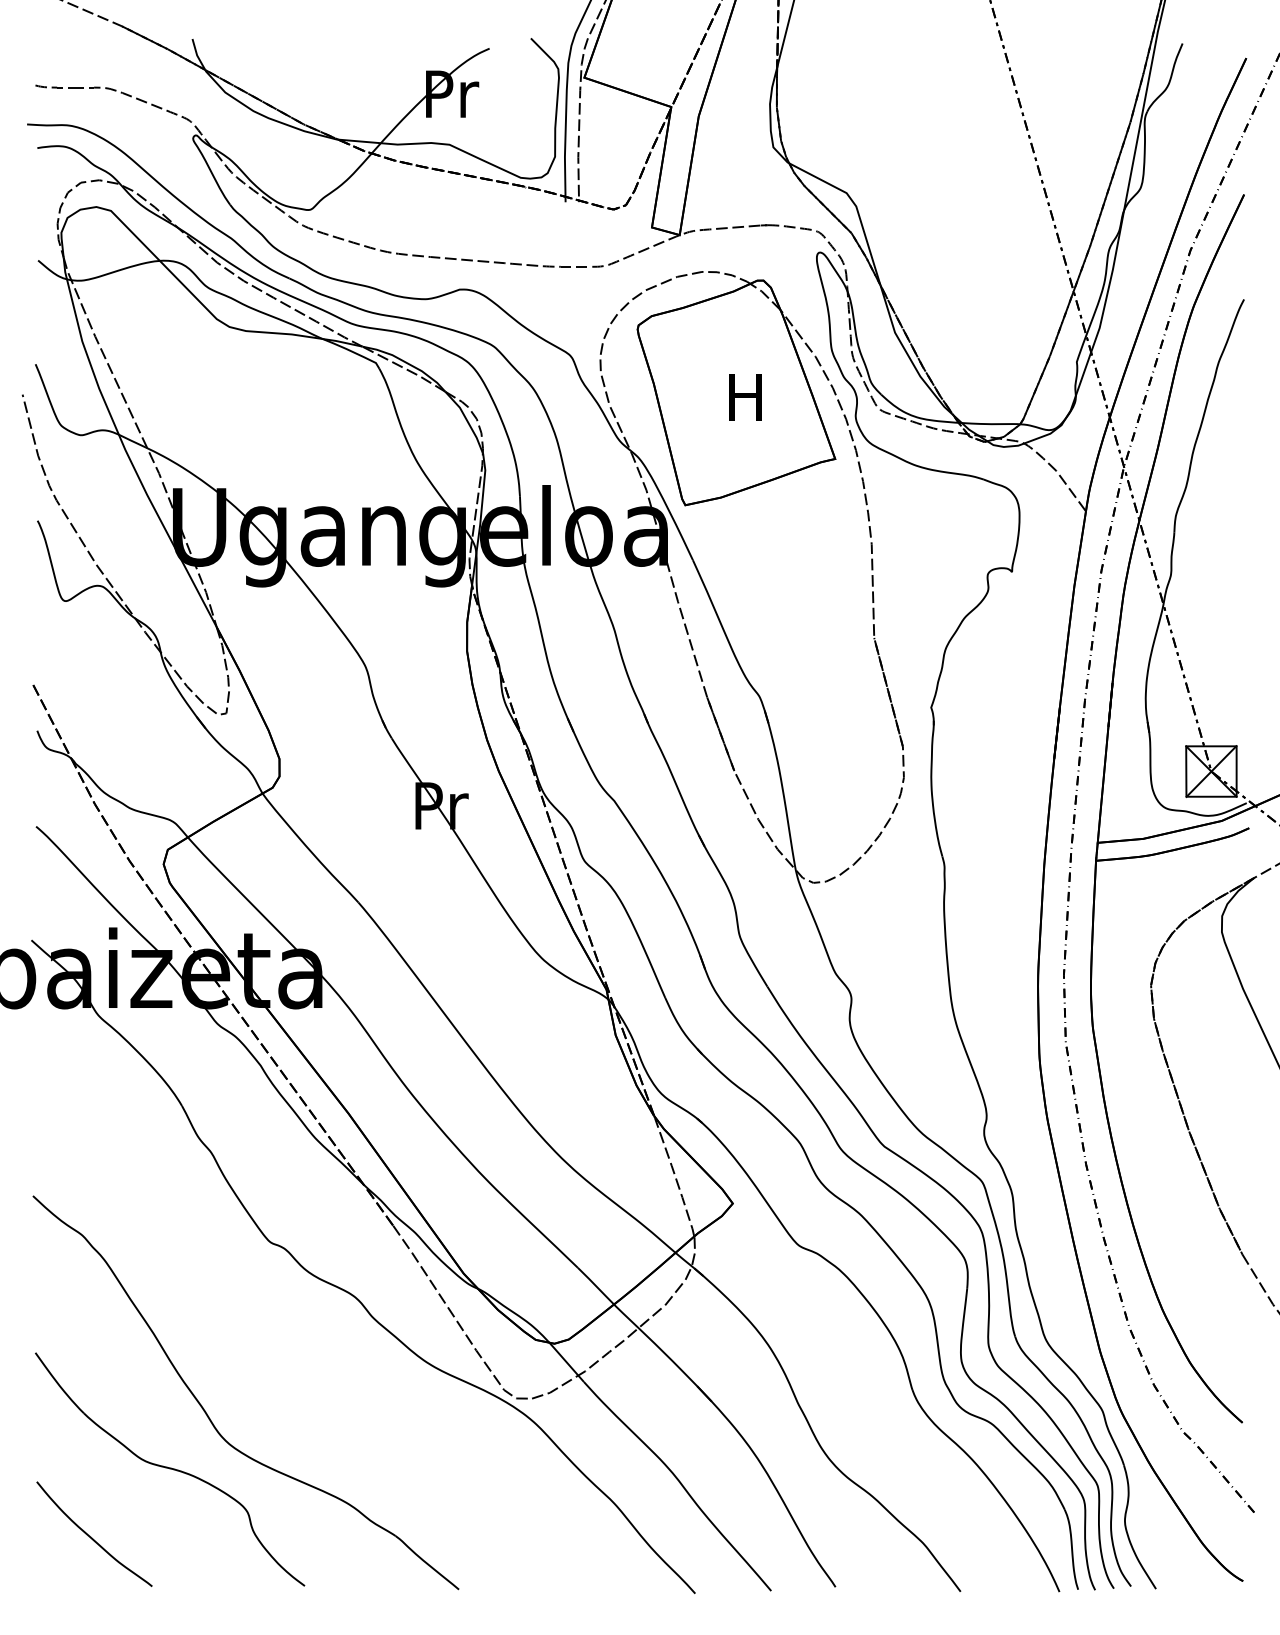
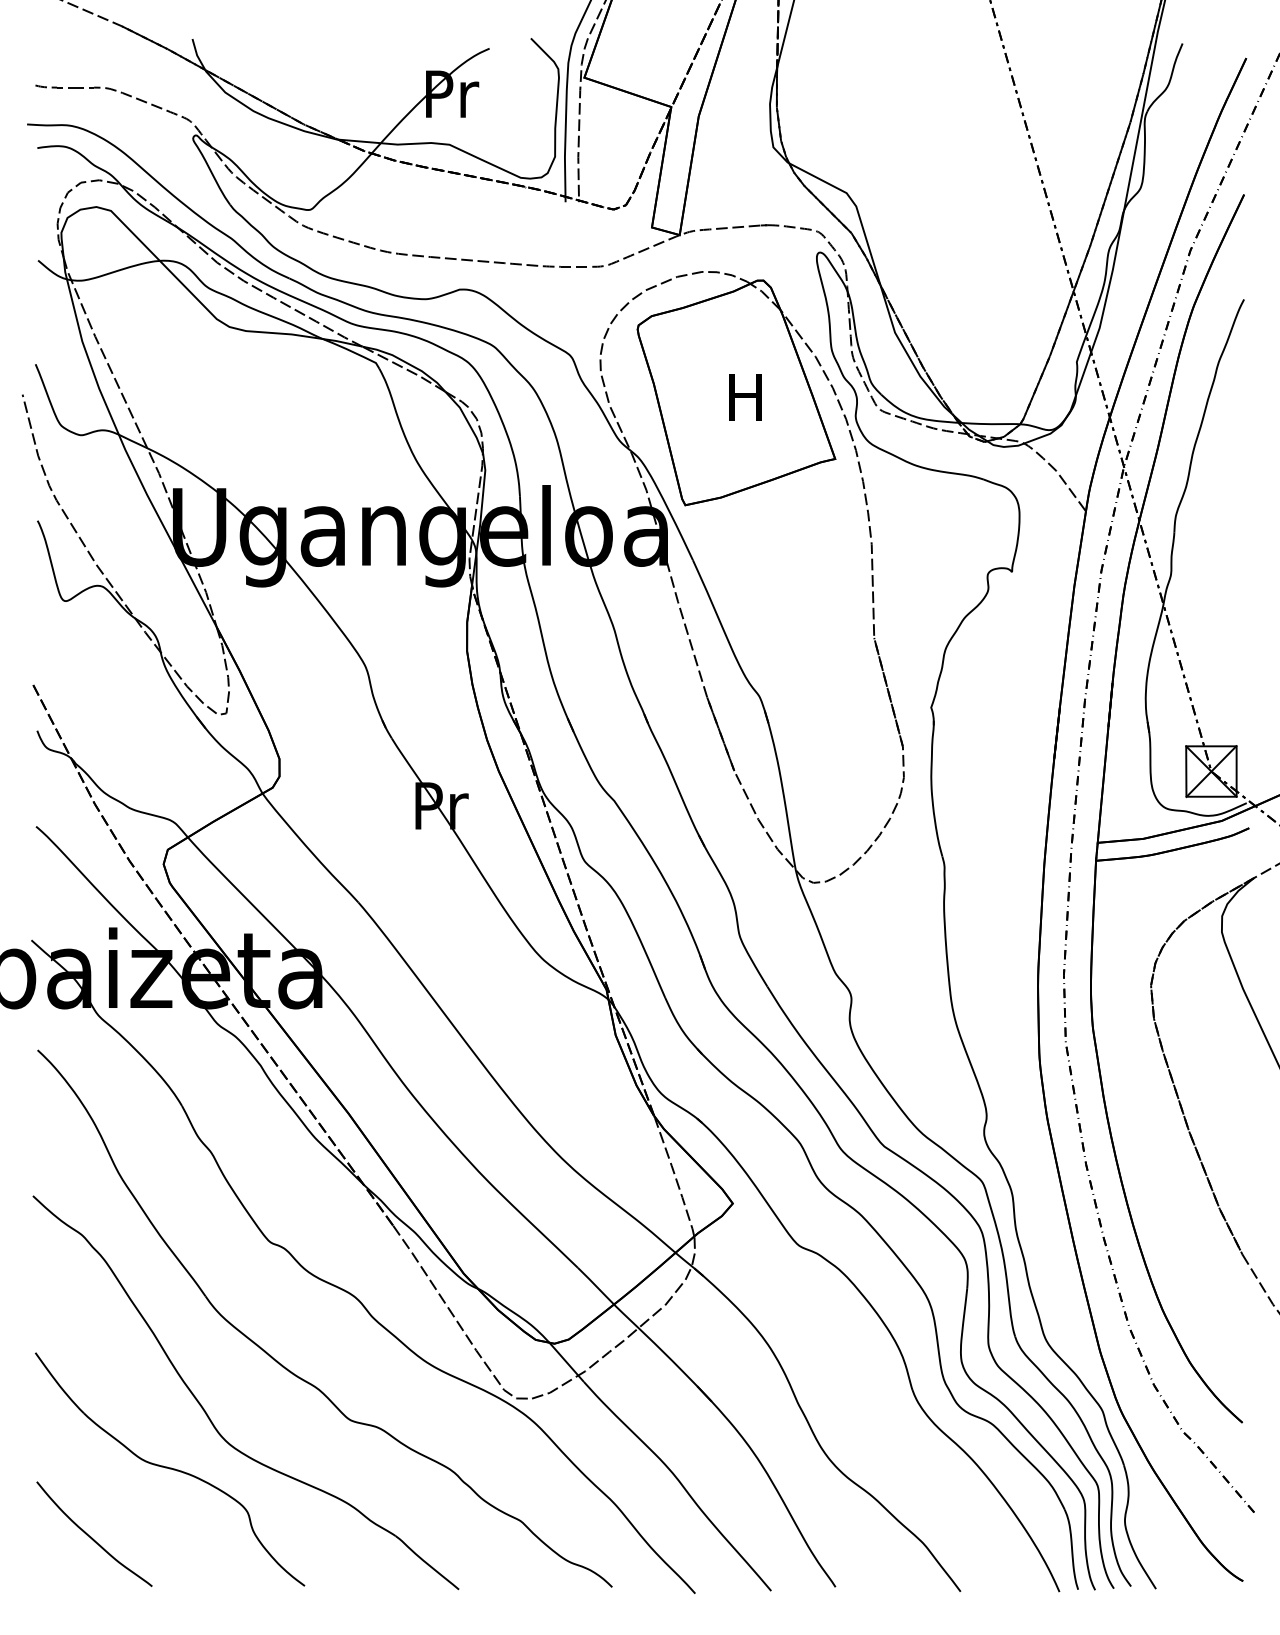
part at (286, 1367): none -> present
